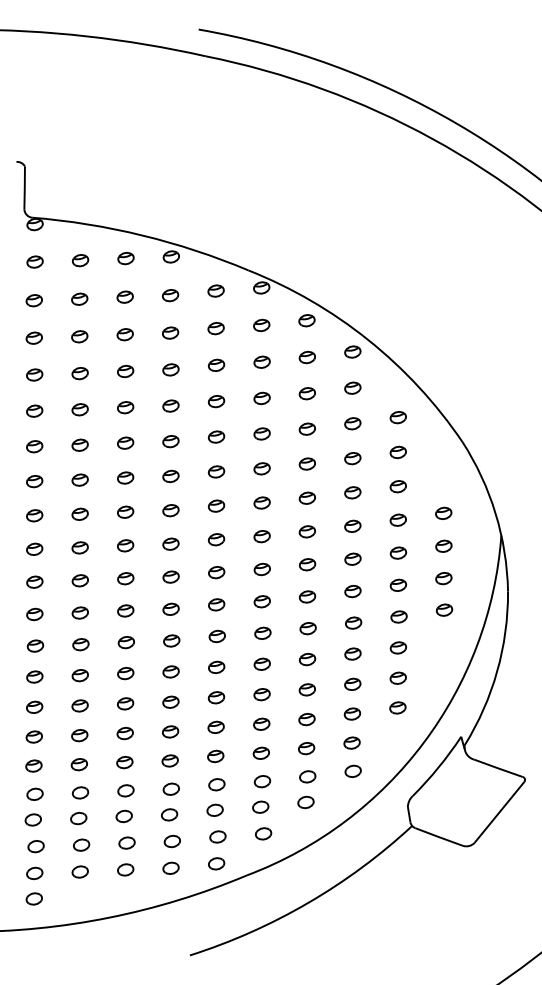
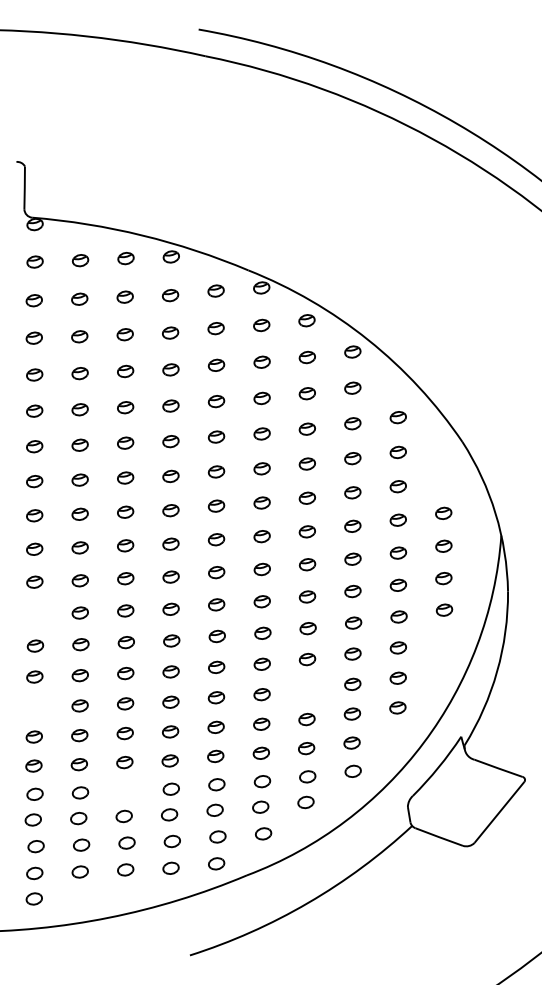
part at (34, 614): present -> none
part at (306, 689): present -> none
part at (34, 706): present -> none
part at (125, 790): present -> none
